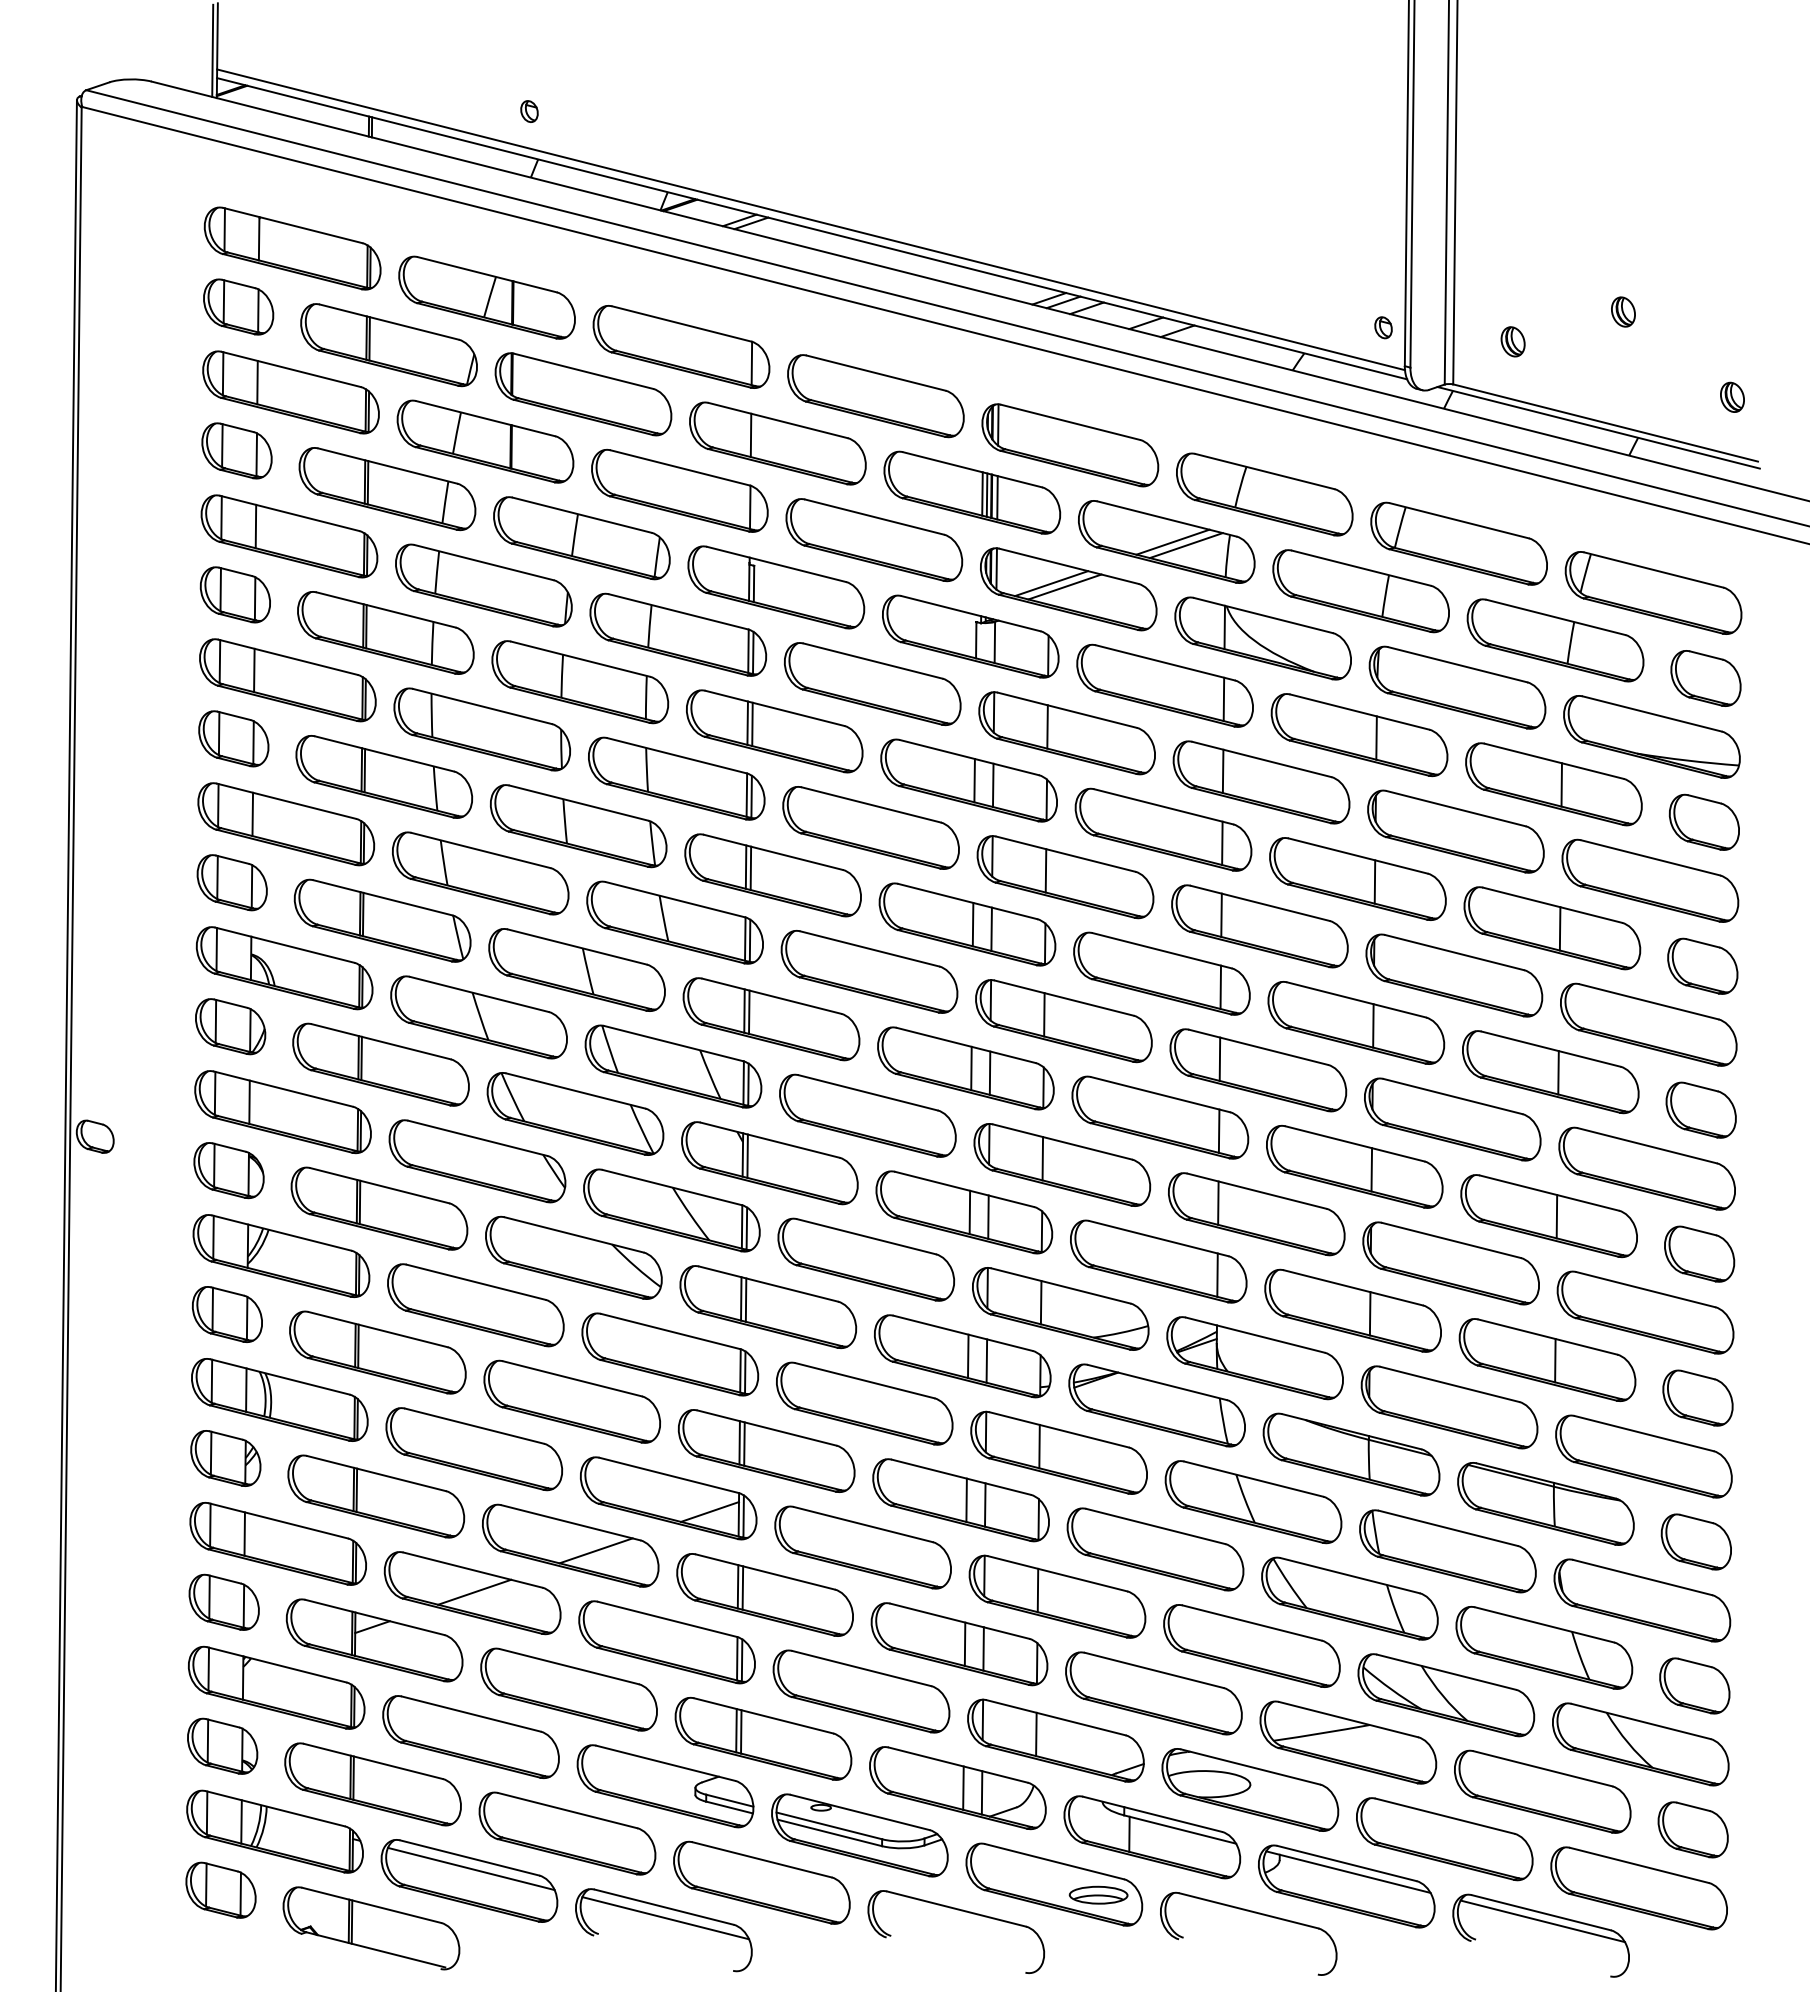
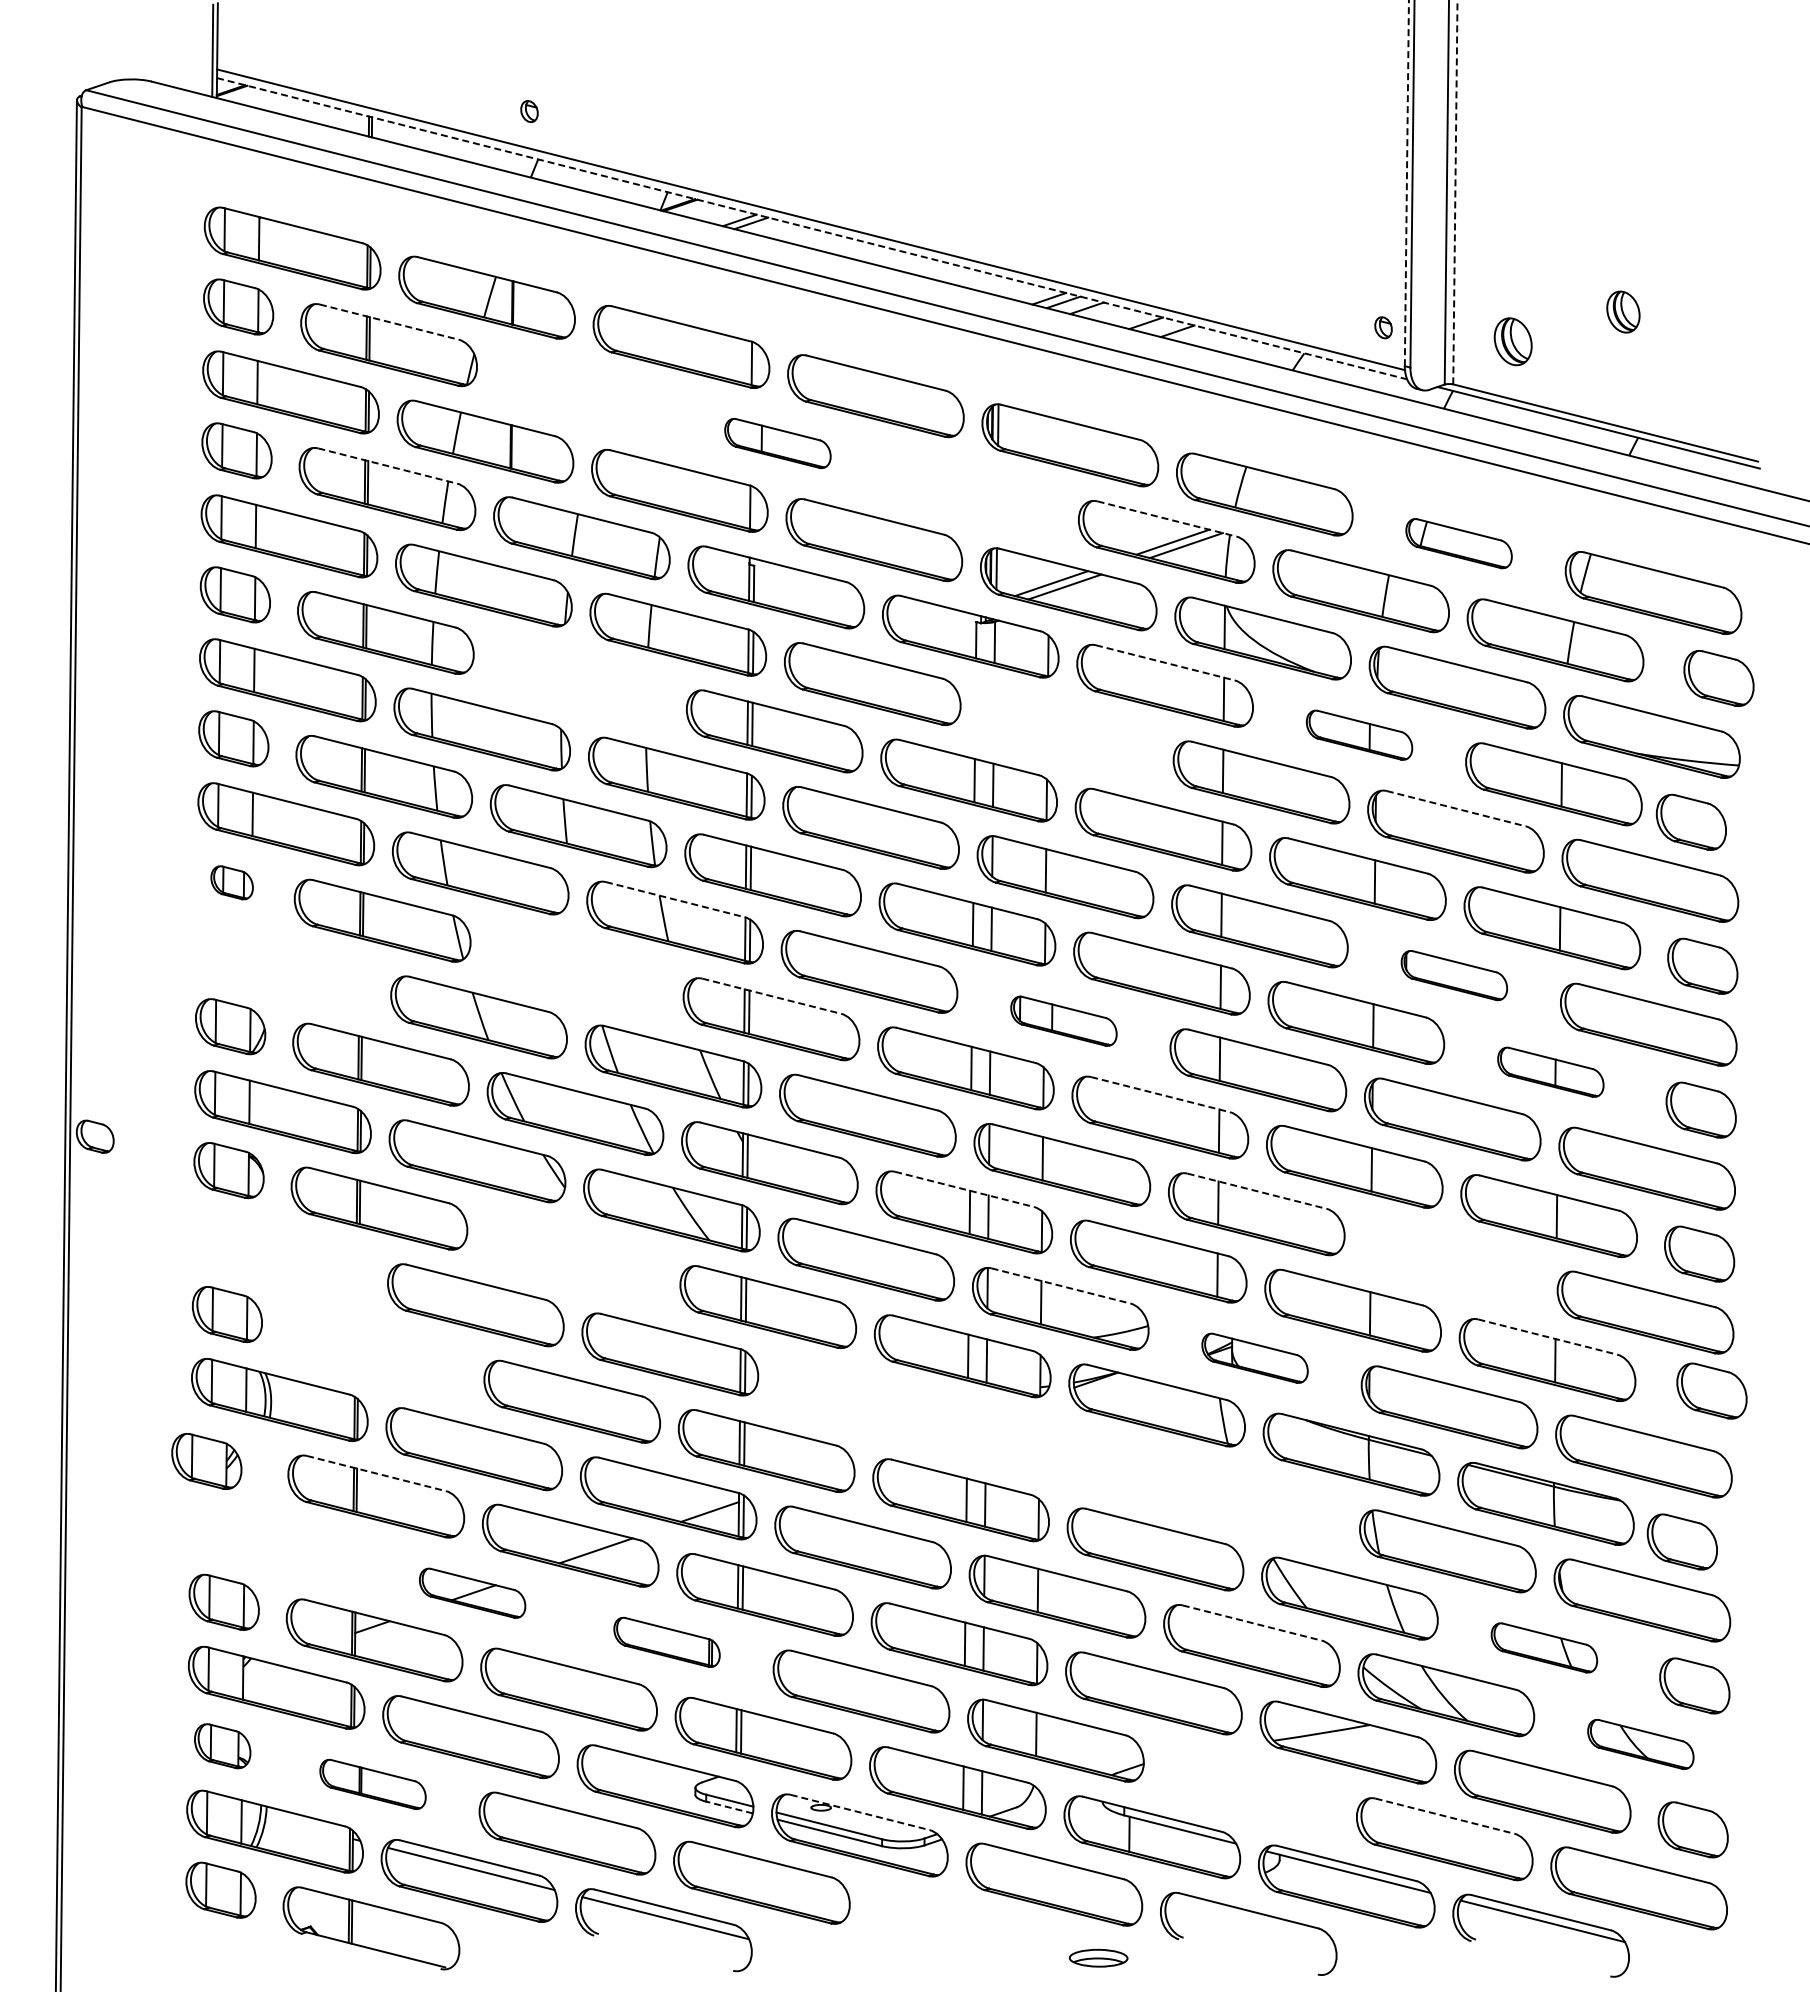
line at (1406, 183): solid -> dashed
line at (1455, 192): solid -> dashed
line at (812, 228): solid -> dashed
part at (1623, 311) size: 25x32 px -> 35x44 px
line at (389, 322): solid -> dashed
part at (1512, 341) size: 26x32 px -> 40x50 px
part at (583, 394): present -> none
part at (1732, 396): present -> none
part at (777, 443) size: 178x85 px -> 108x51 px
line at (387, 466): solid -> dashed
part at (972, 492): present -> none
line at (1167, 518): solid -> dashed
part at (1458, 543) size: 178x85 px -> 108x52 px
line at (1165, 662): solid -> dashed
part at (1705, 678) position: (1705, 678) -> (1718, 678)
part at (580, 682): present -> none
part at (1066, 733): present -> none
part at (1359, 735) size: 179x85 px -> 108x52 px
line at (1456, 808): solid -> dashed
part at (1703, 821) position: (1703, 821) -> (1690, 821)
part at (231, 882) size: 72x58 px -> 44x36 px
line at (675, 899): solid -> dashed
part at (284, 968): present -> none
part at (576, 969): present -> none
part at (1454, 975) size: 179x85 px -> 109x52 px
line at (771, 996): solid -> dashed
part at (1063, 1021) size: 178x85 px -> 108x52 px
part at (1550, 1072) size: 178x85 px -> 108x52 px
line at (1160, 1094): solid -> dashed
line at (964, 1189): solid -> dashed
line at (1257, 1191): solid -> dashed
part at (281, 1255): present -> none
part at (573, 1257): present -> none
part at (1450, 1263): present -> none
line at (1060, 1285): solid -> dashed
line at (1547, 1337): solid -> dashed
part at (377, 1352): present -> none
part at (1254, 1358) size: 178x85 px -> 108x52 px
part at (1697, 1397) position: (1697, 1397) -> (1711, 1390)
part at (864, 1403): present -> none
part at (1058, 1452): present -> none
part at (225, 1458) position: (225, 1458) -> (206, 1461)
line at (376, 1473): solid -> dashed
part at (1253, 1502): present -> none
part at (1695, 1541) position: (1695, 1541) -> (1681, 1541)
part at (277, 1543): present -> none
part at (472, 1593) size: 179x85 px -> 108x52 px
line at (1252, 1623): solid -> dashed
part at (666, 1642) size: 178x85 px -> 108x52 px
part at (1544, 1647) size: 179x84 px -> 109x52 px
part at (1640, 1744) size: 178x85 px -> 108x51 px
part at (222, 1745) size: 72x58 px -> 58x47 px
part at (372, 1784) size: 178x85 px -> 108x51 px
part at (1250, 1789): present -> none
line at (729, 1807): solid -> dashed
line at (860, 1812): solid -> dashed
line at (1445, 1816): solid -> dashed
part at (1098, 1894) position: (1098, 1894) -> (1098, 1957)
part at (961, 1911): present -> none
